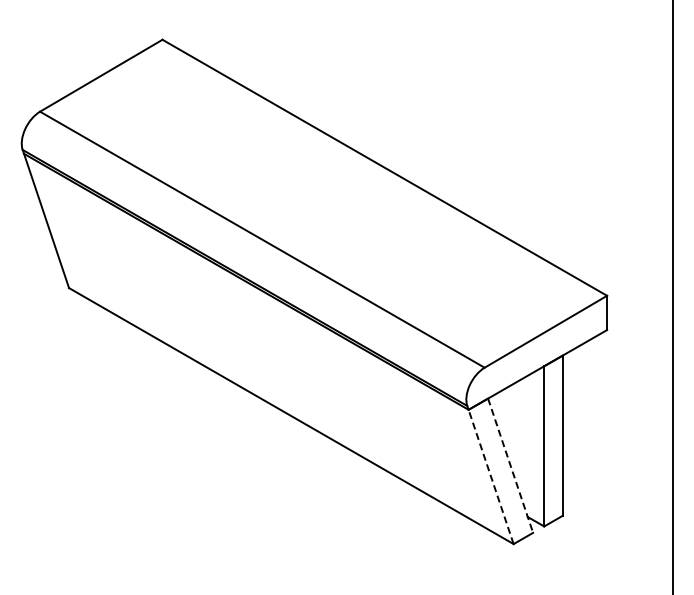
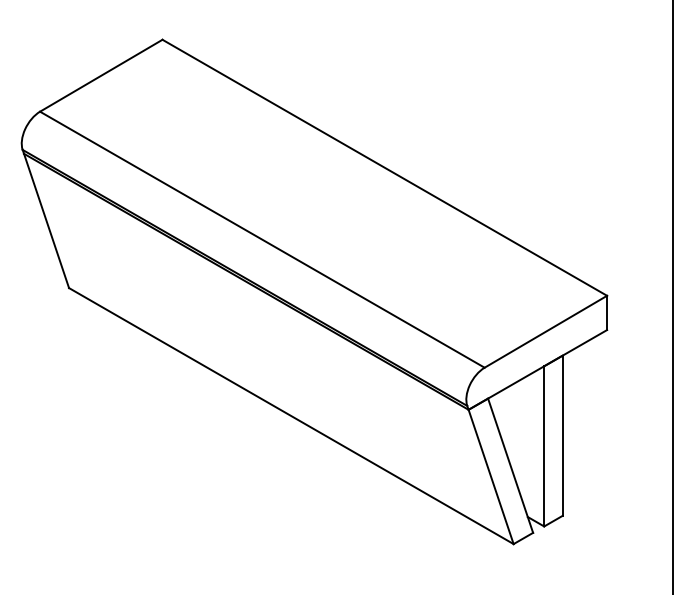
line at (510, 465): dashed -> solid
line at (491, 476): dashed -> solid
